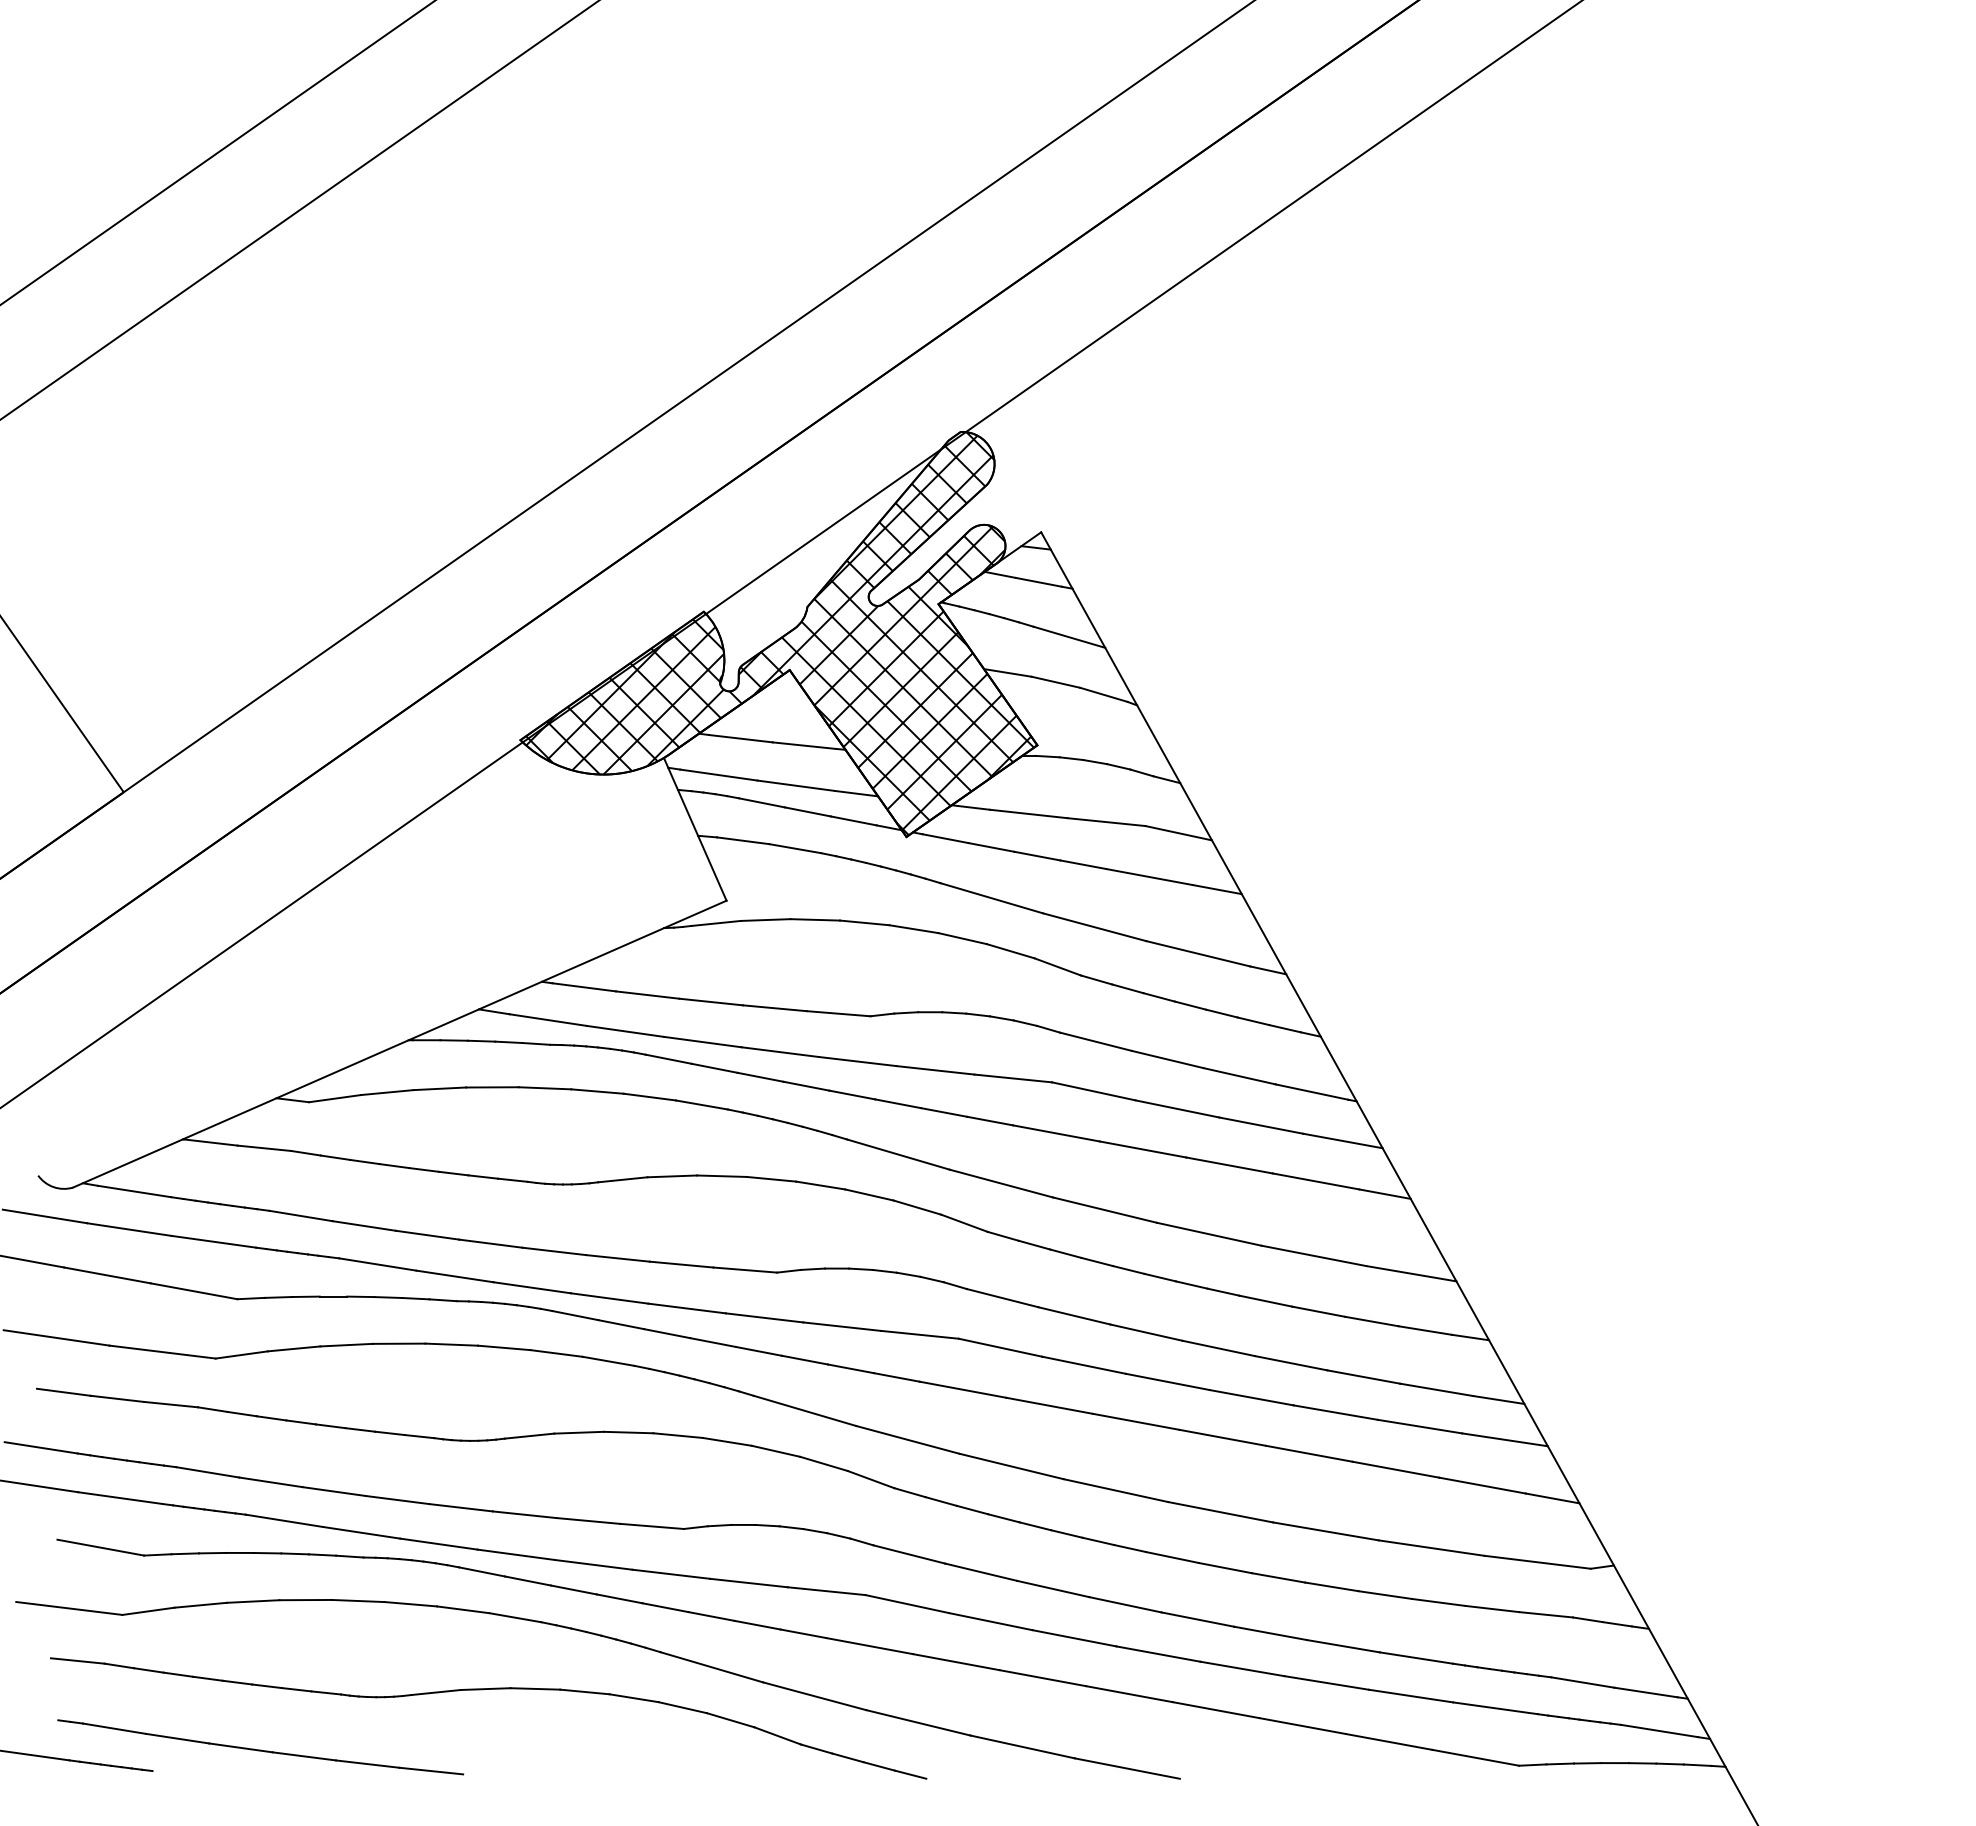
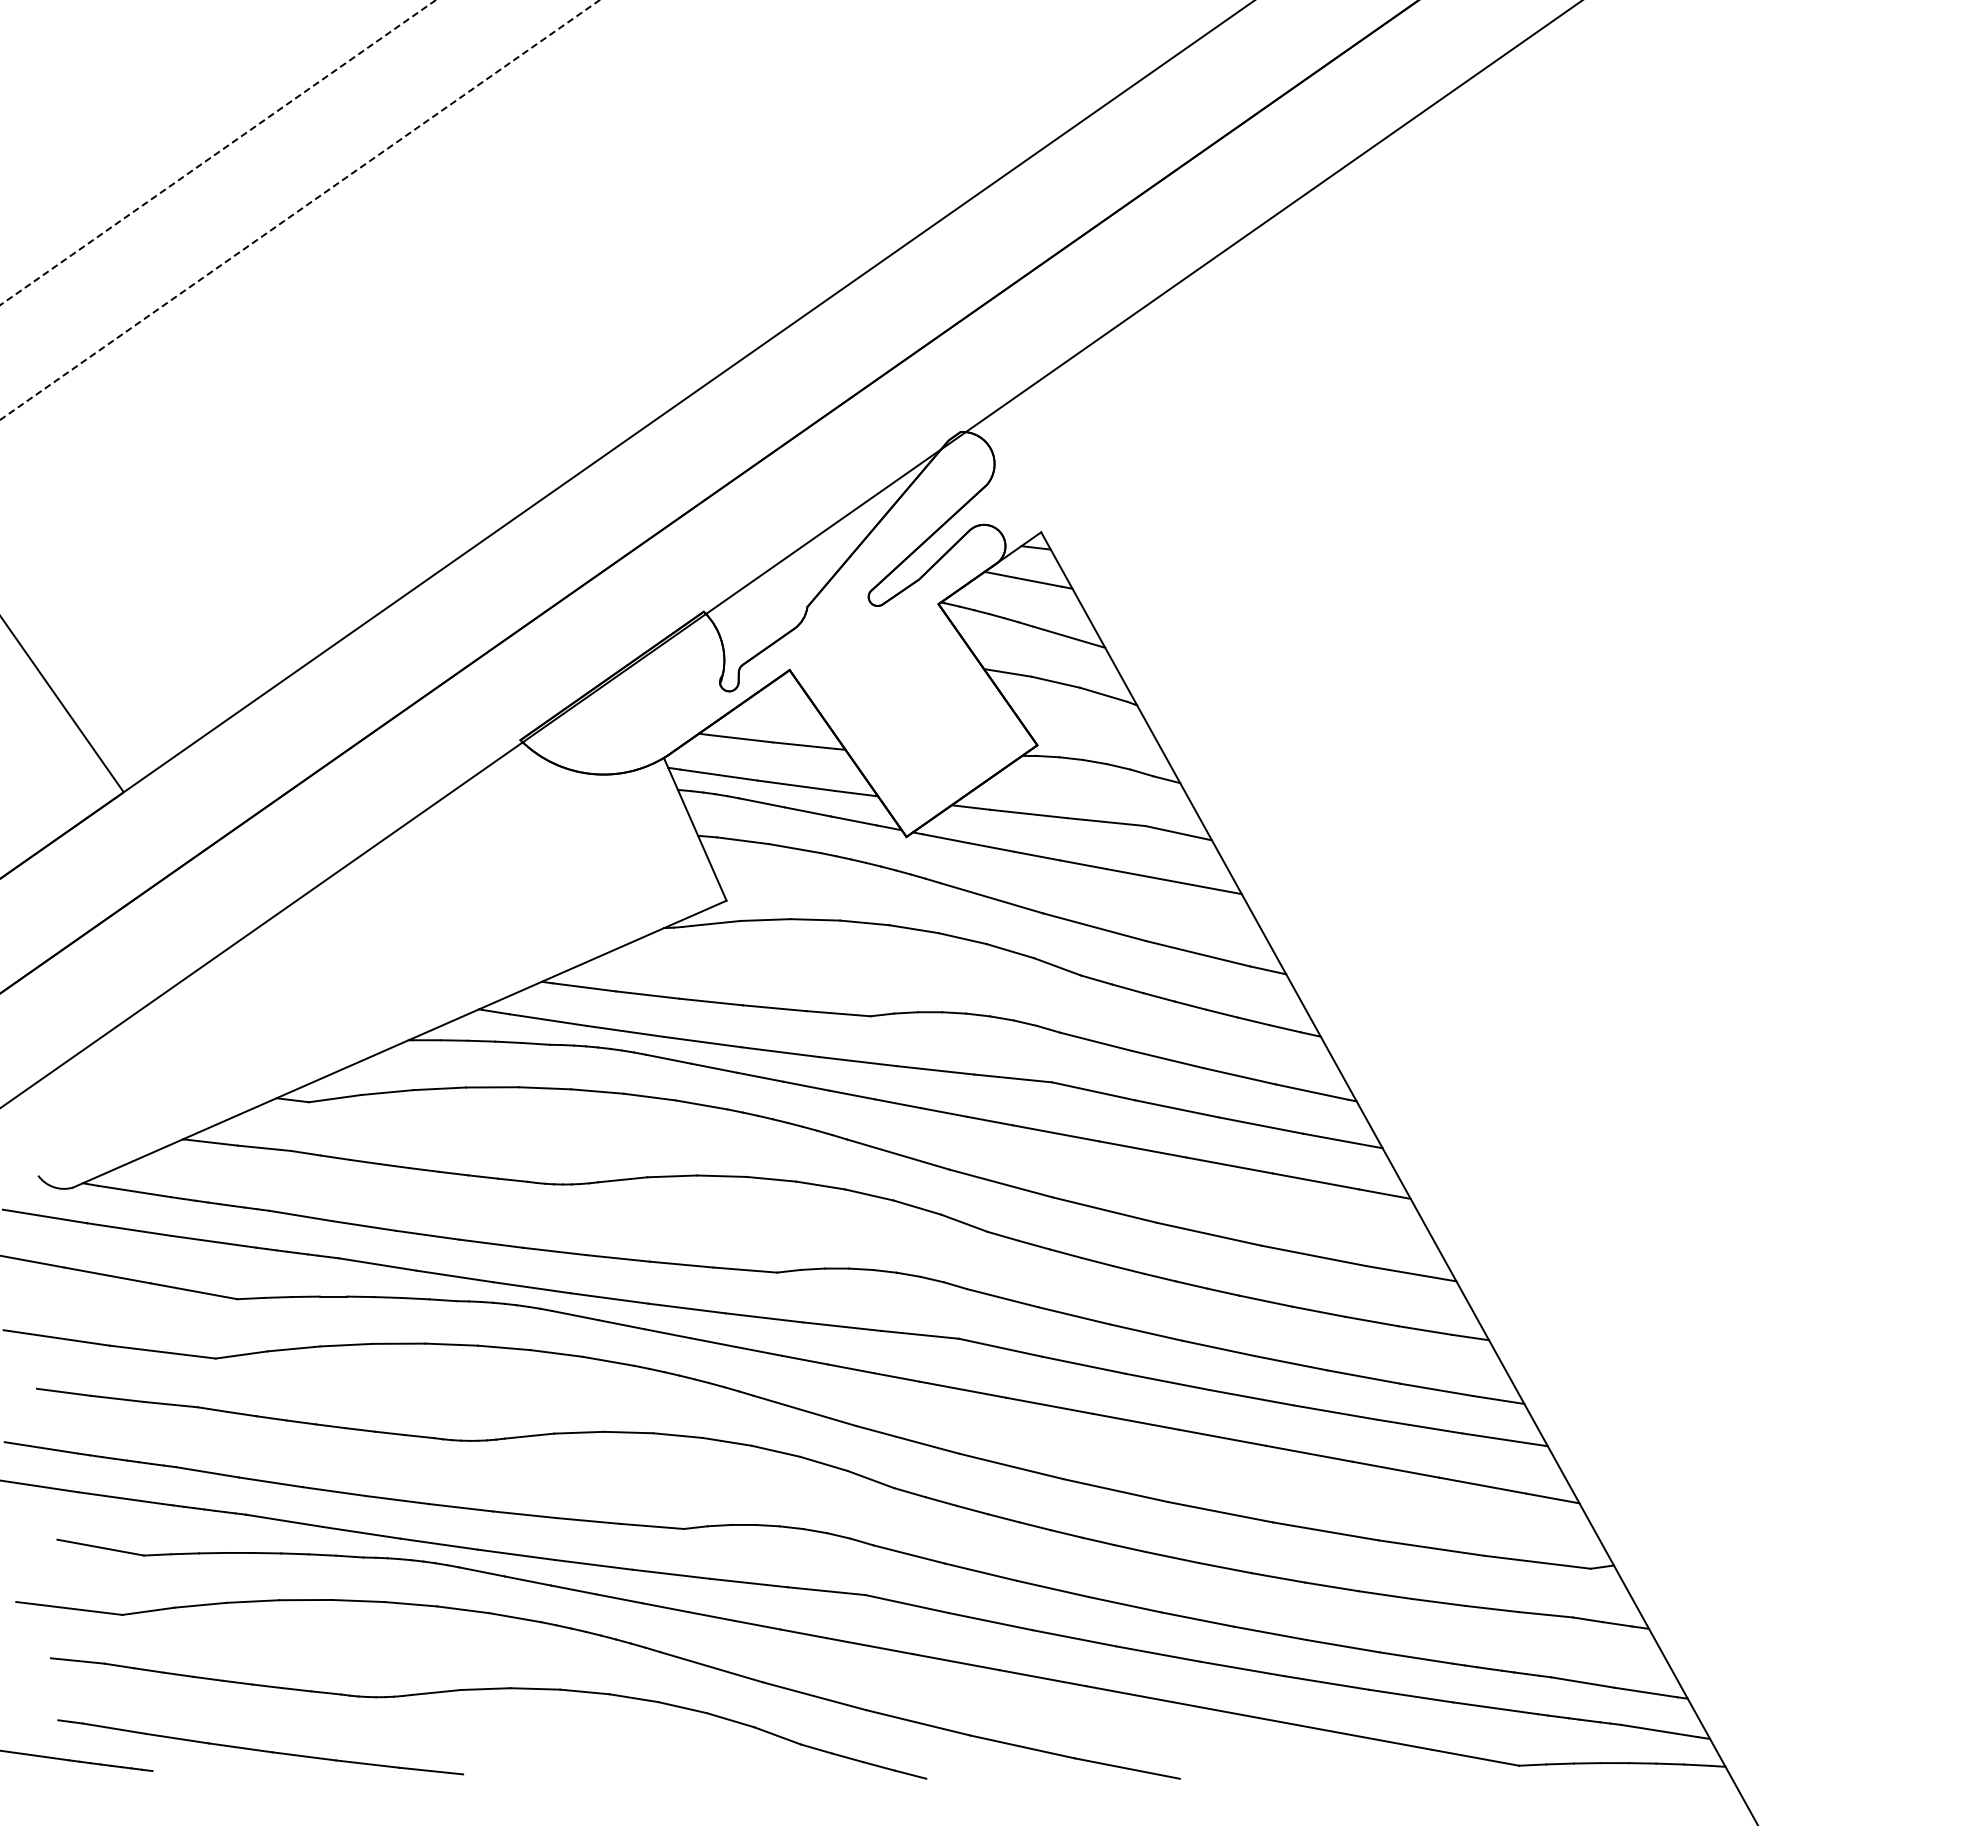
line at (81, 362): solid -> dashed
hatch at (780, 633): present -> none
